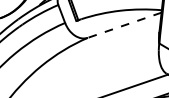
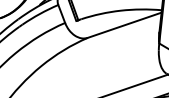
line at (124, 25): dashed -> solid
